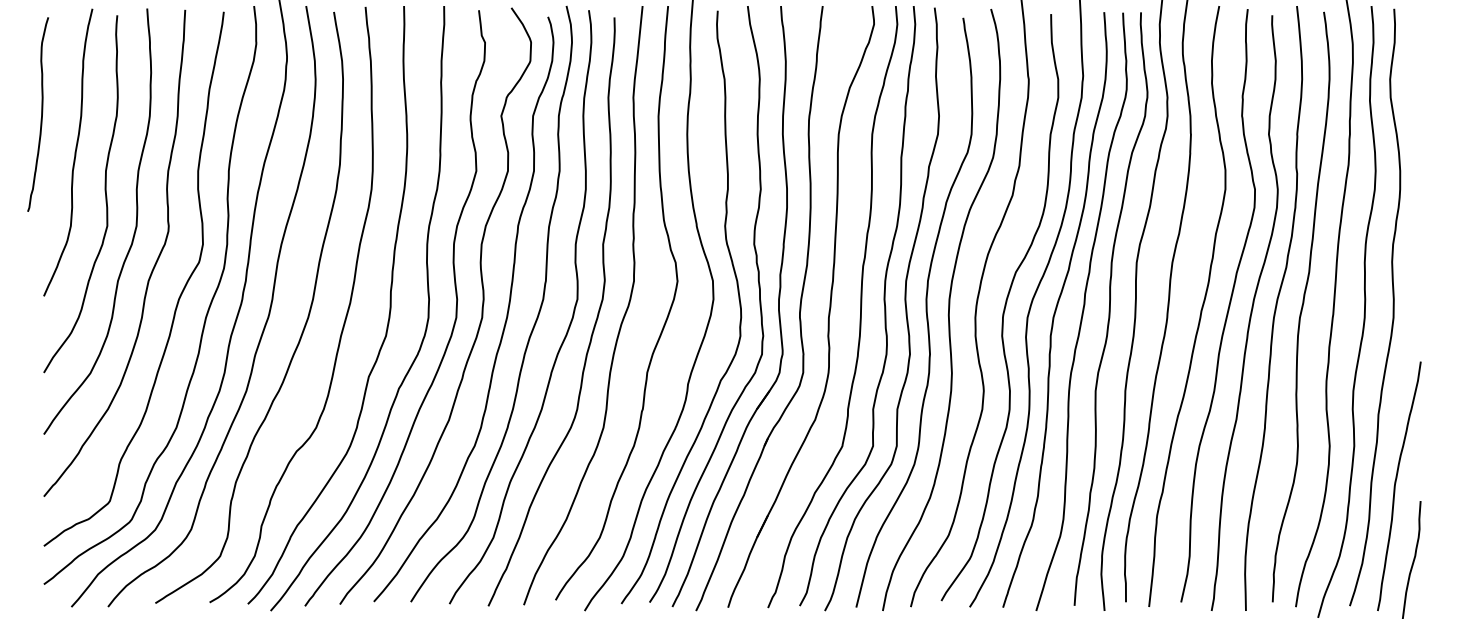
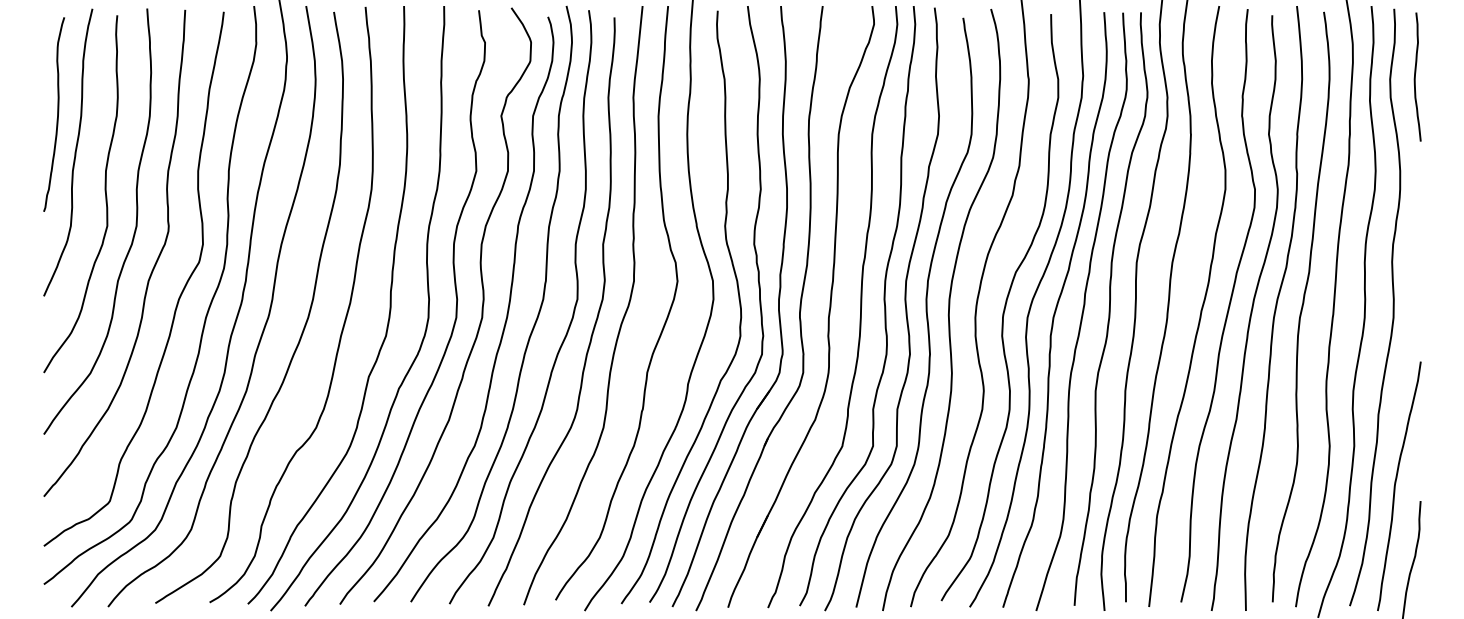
curve at (1415, 76): none -> present
curve at (41, 114) position: (41, 114) -> (57, 114)
